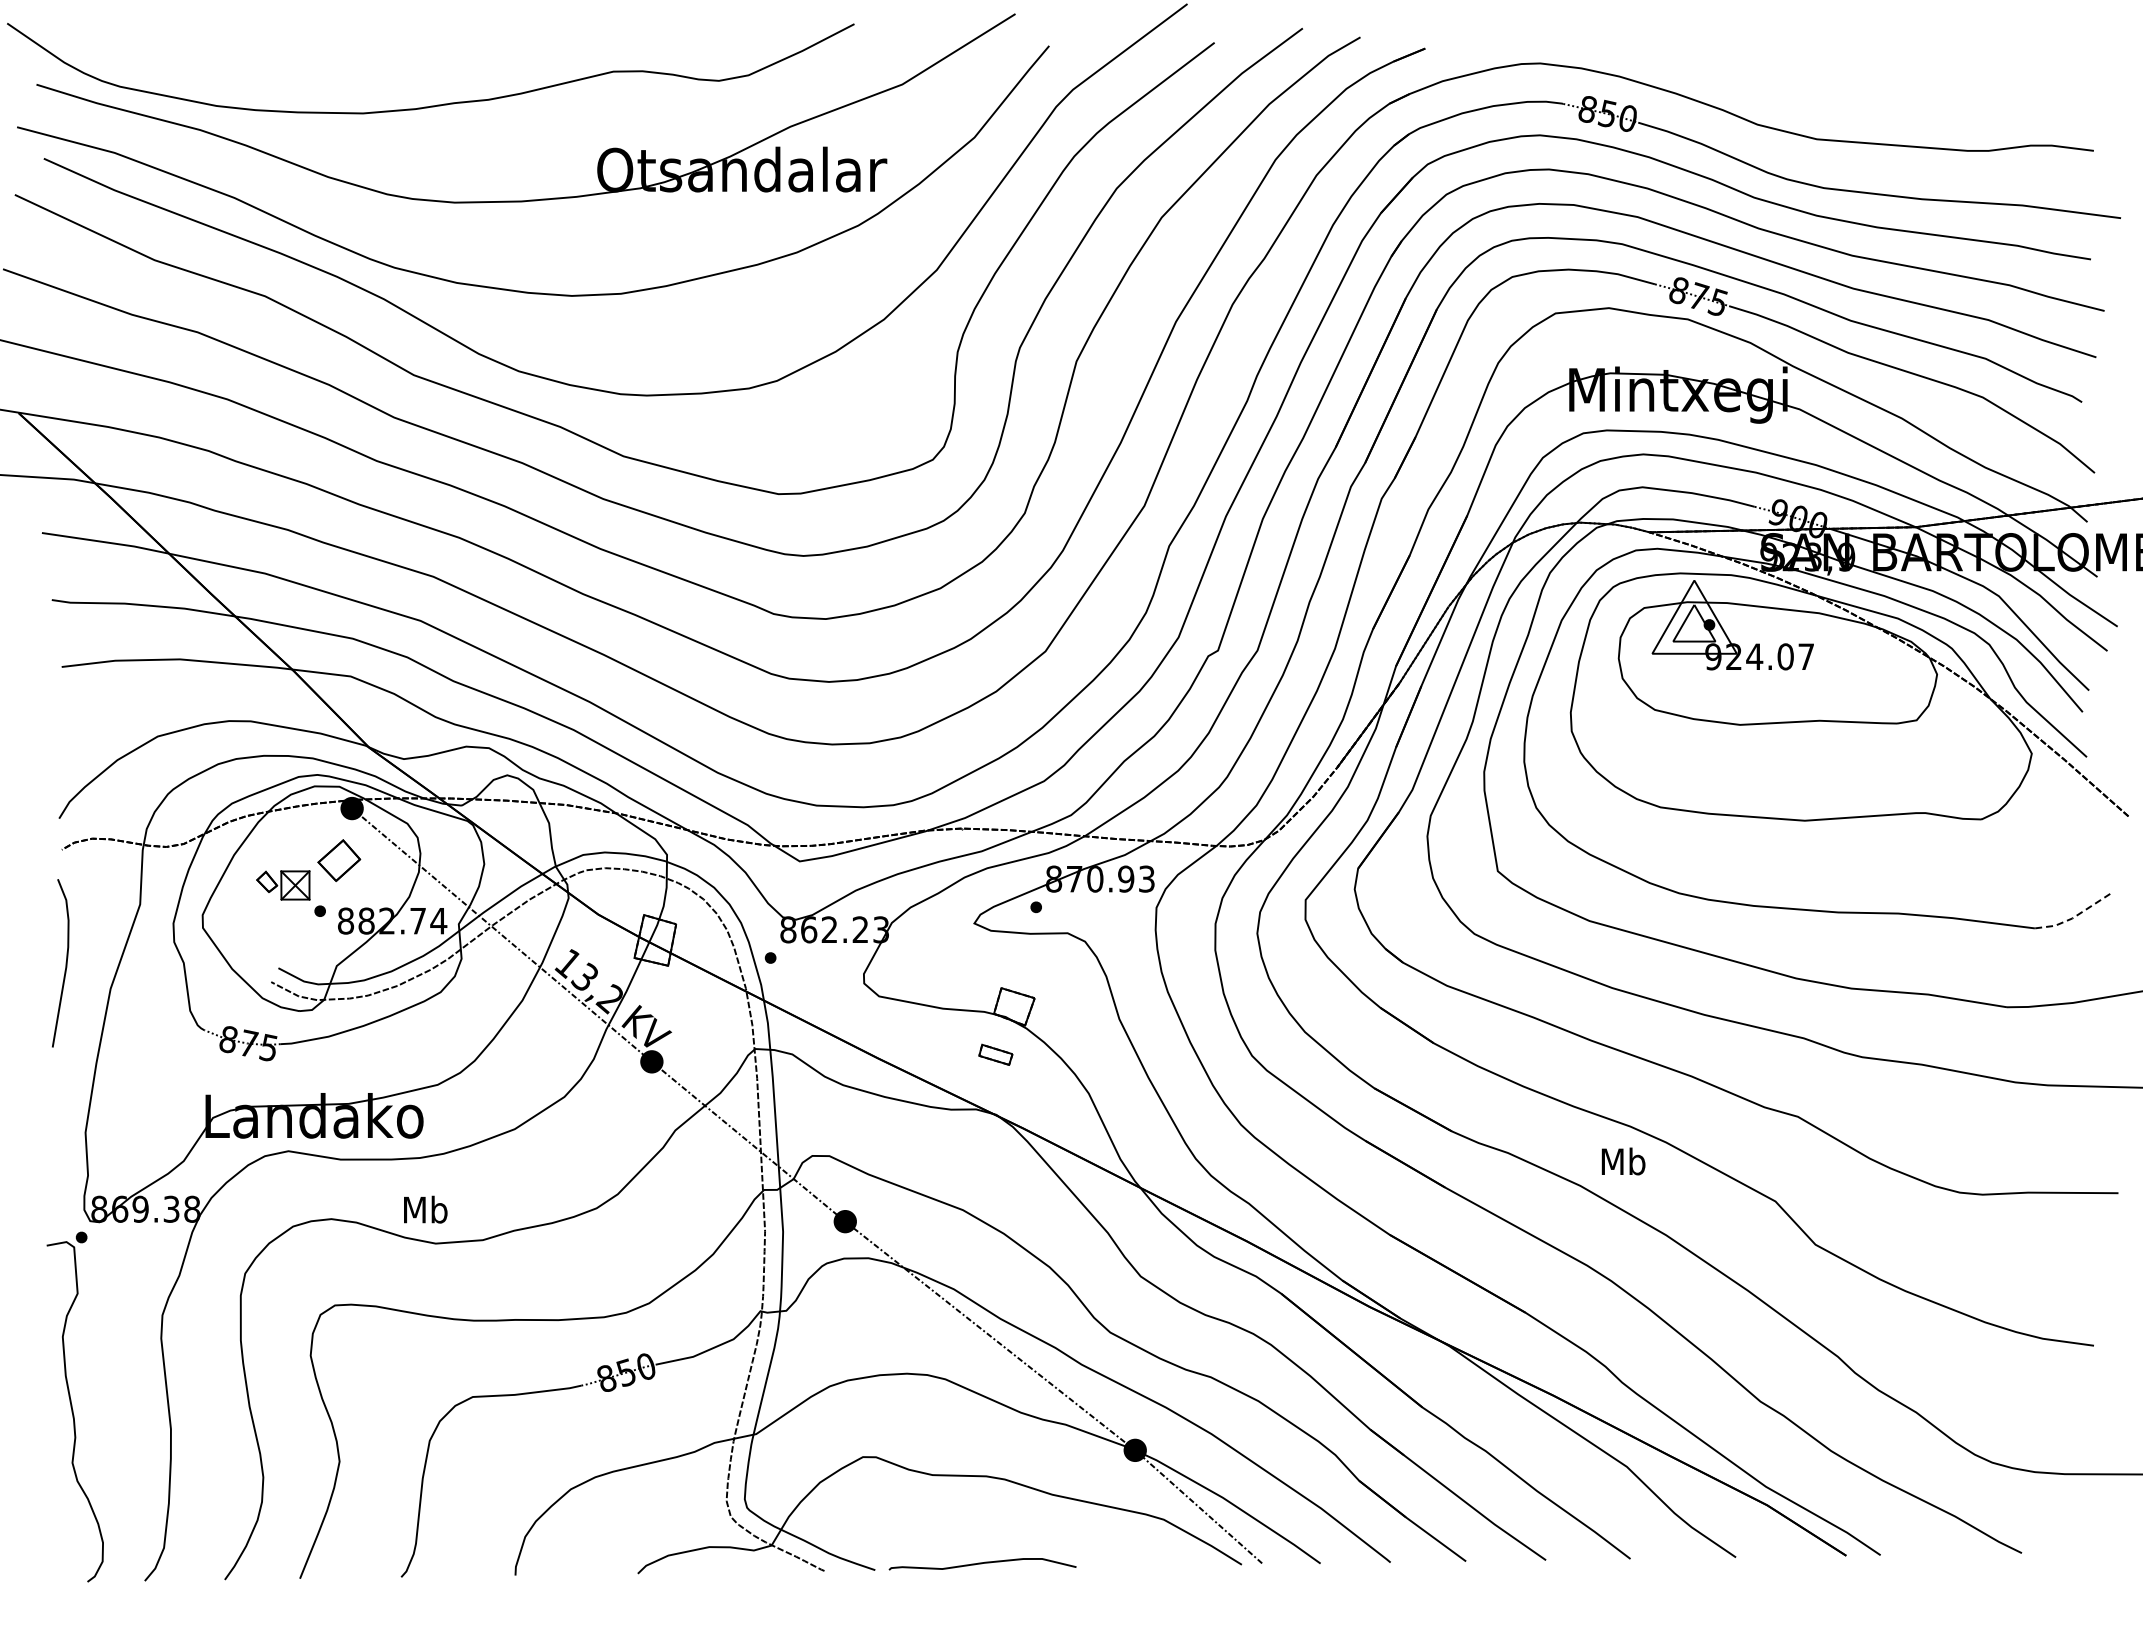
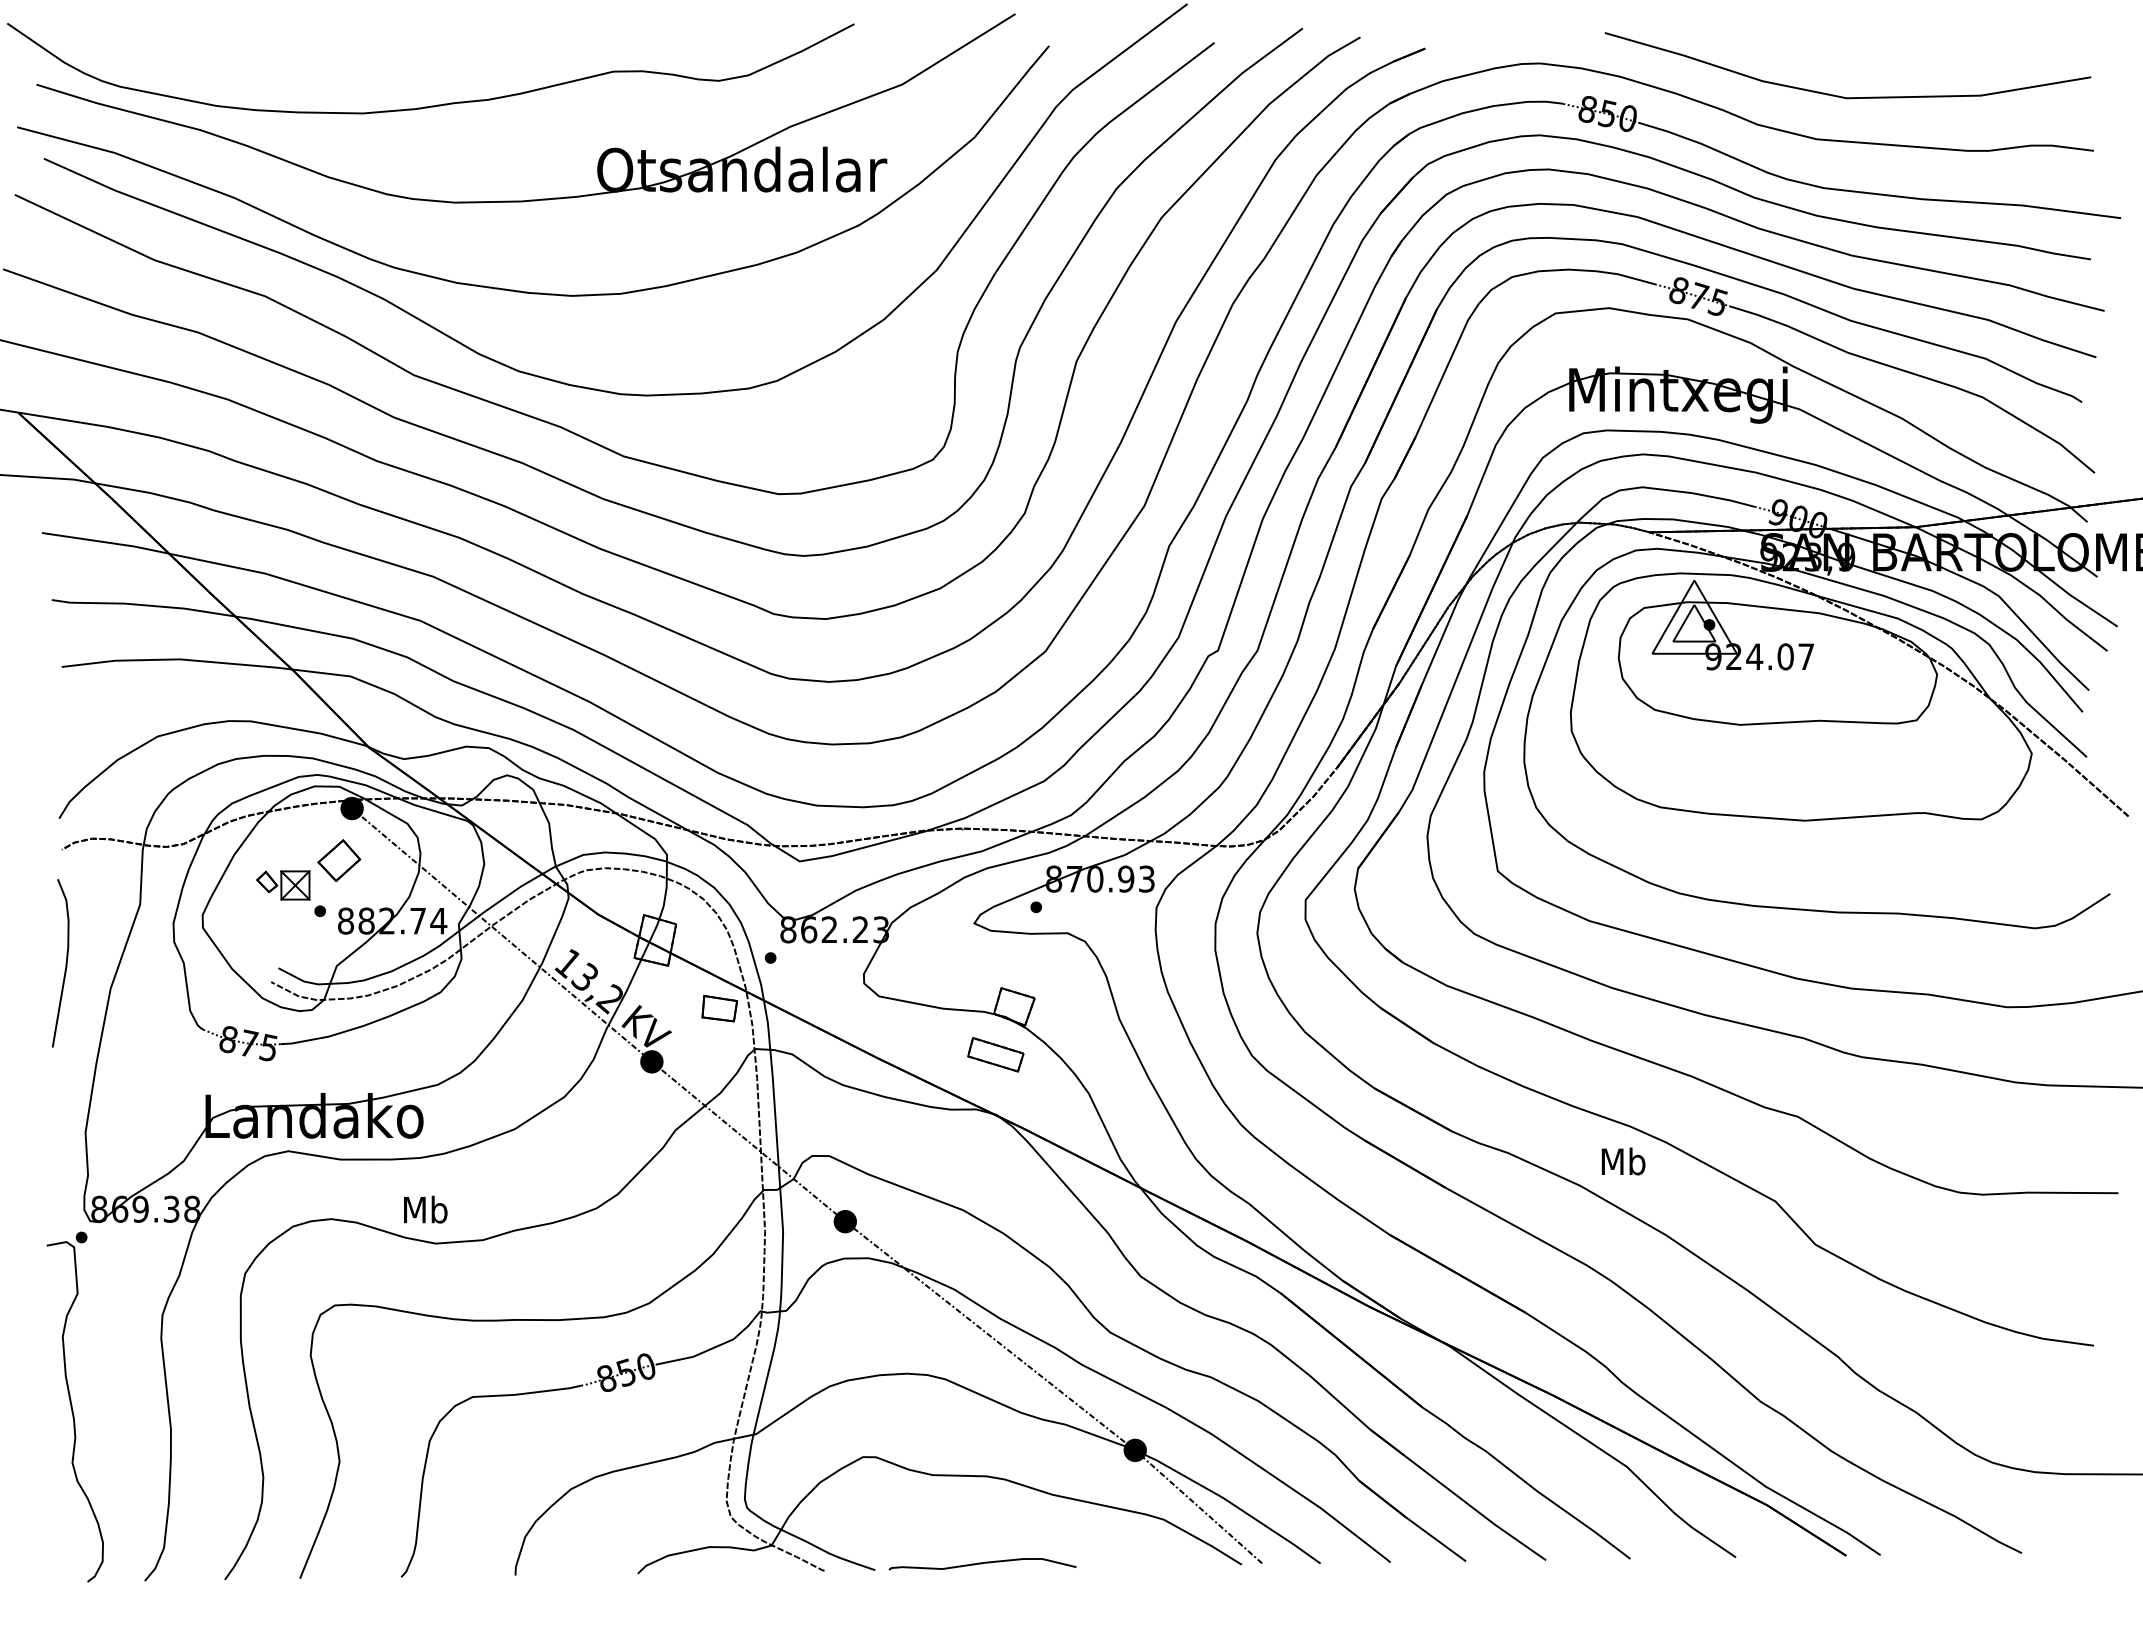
curve at (1839, 95): none -> present
line at (2074, 917): dashed -> solid
part at (719, 1008): none -> present
part at (995, 1054) size: 36x23 px -> 58x36 px
